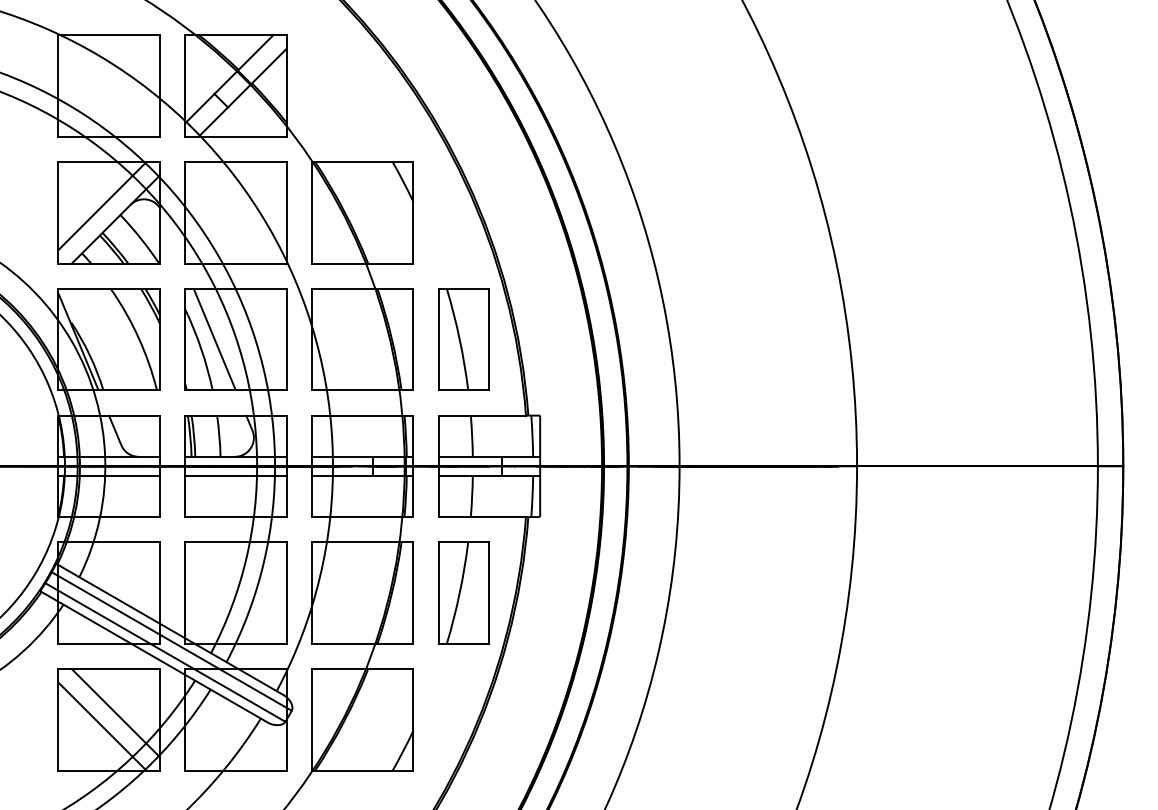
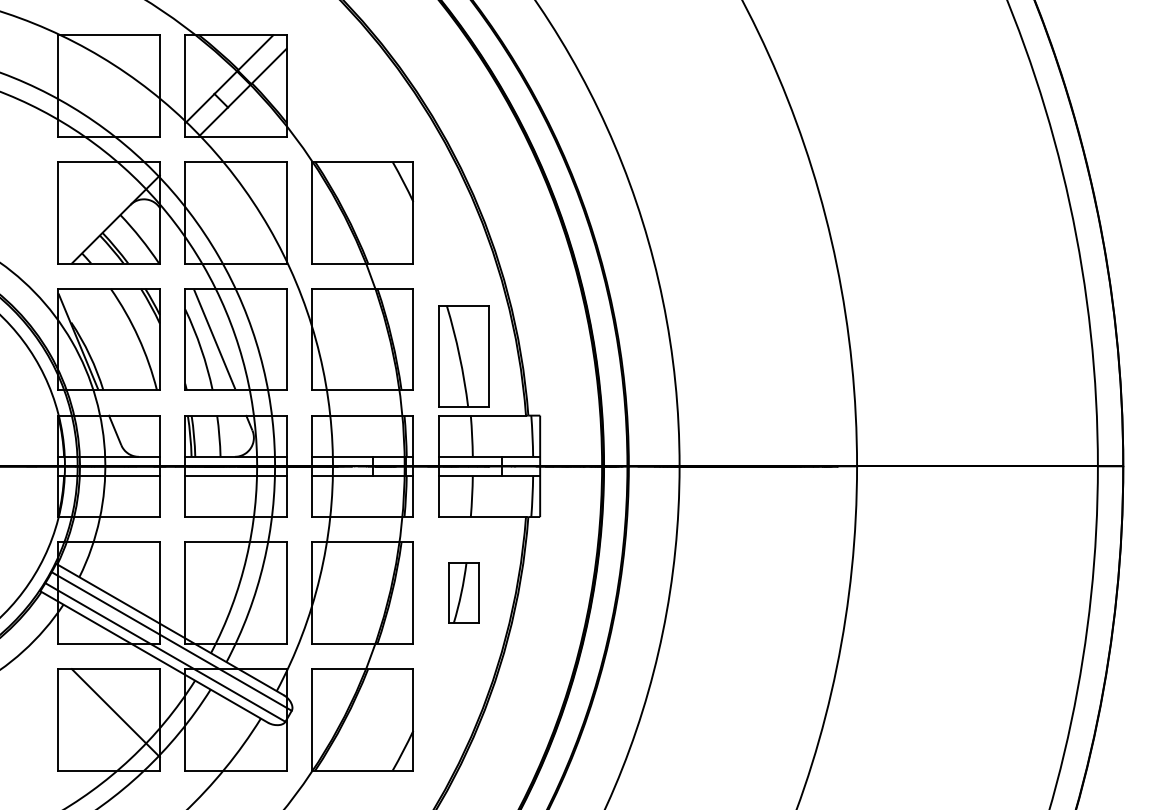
line at (102, 206): present -> none
part at (463, 339) position: (463, 339) -> (463, 356)
part at (463, 592) size: 52x104 px -> 32x62 px
line at (102, 726): present -> none
